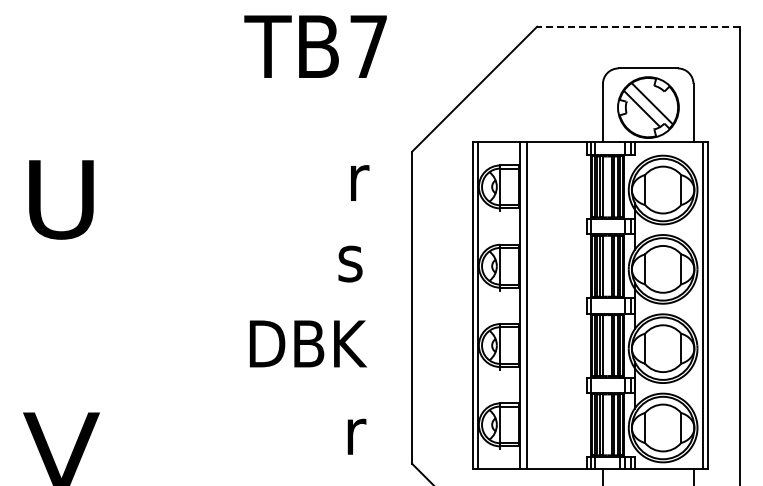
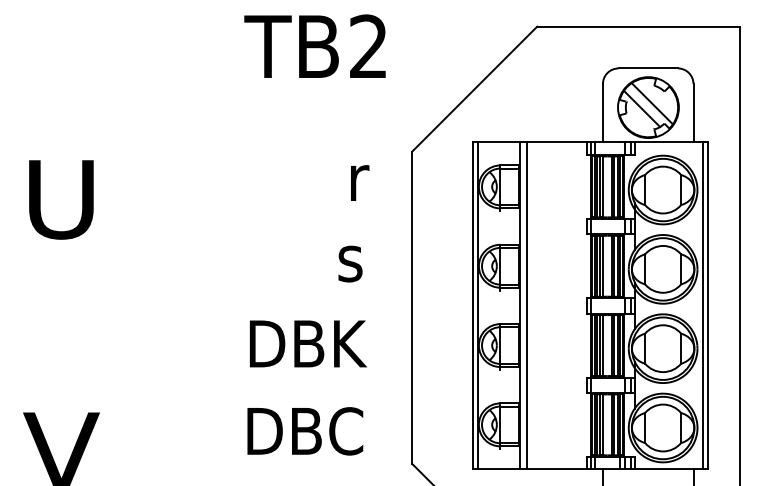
line at (638, 26): dashed -> solid
text at (368, 45): TB7 -> TB2
text at (306, 431): r -> DBC
